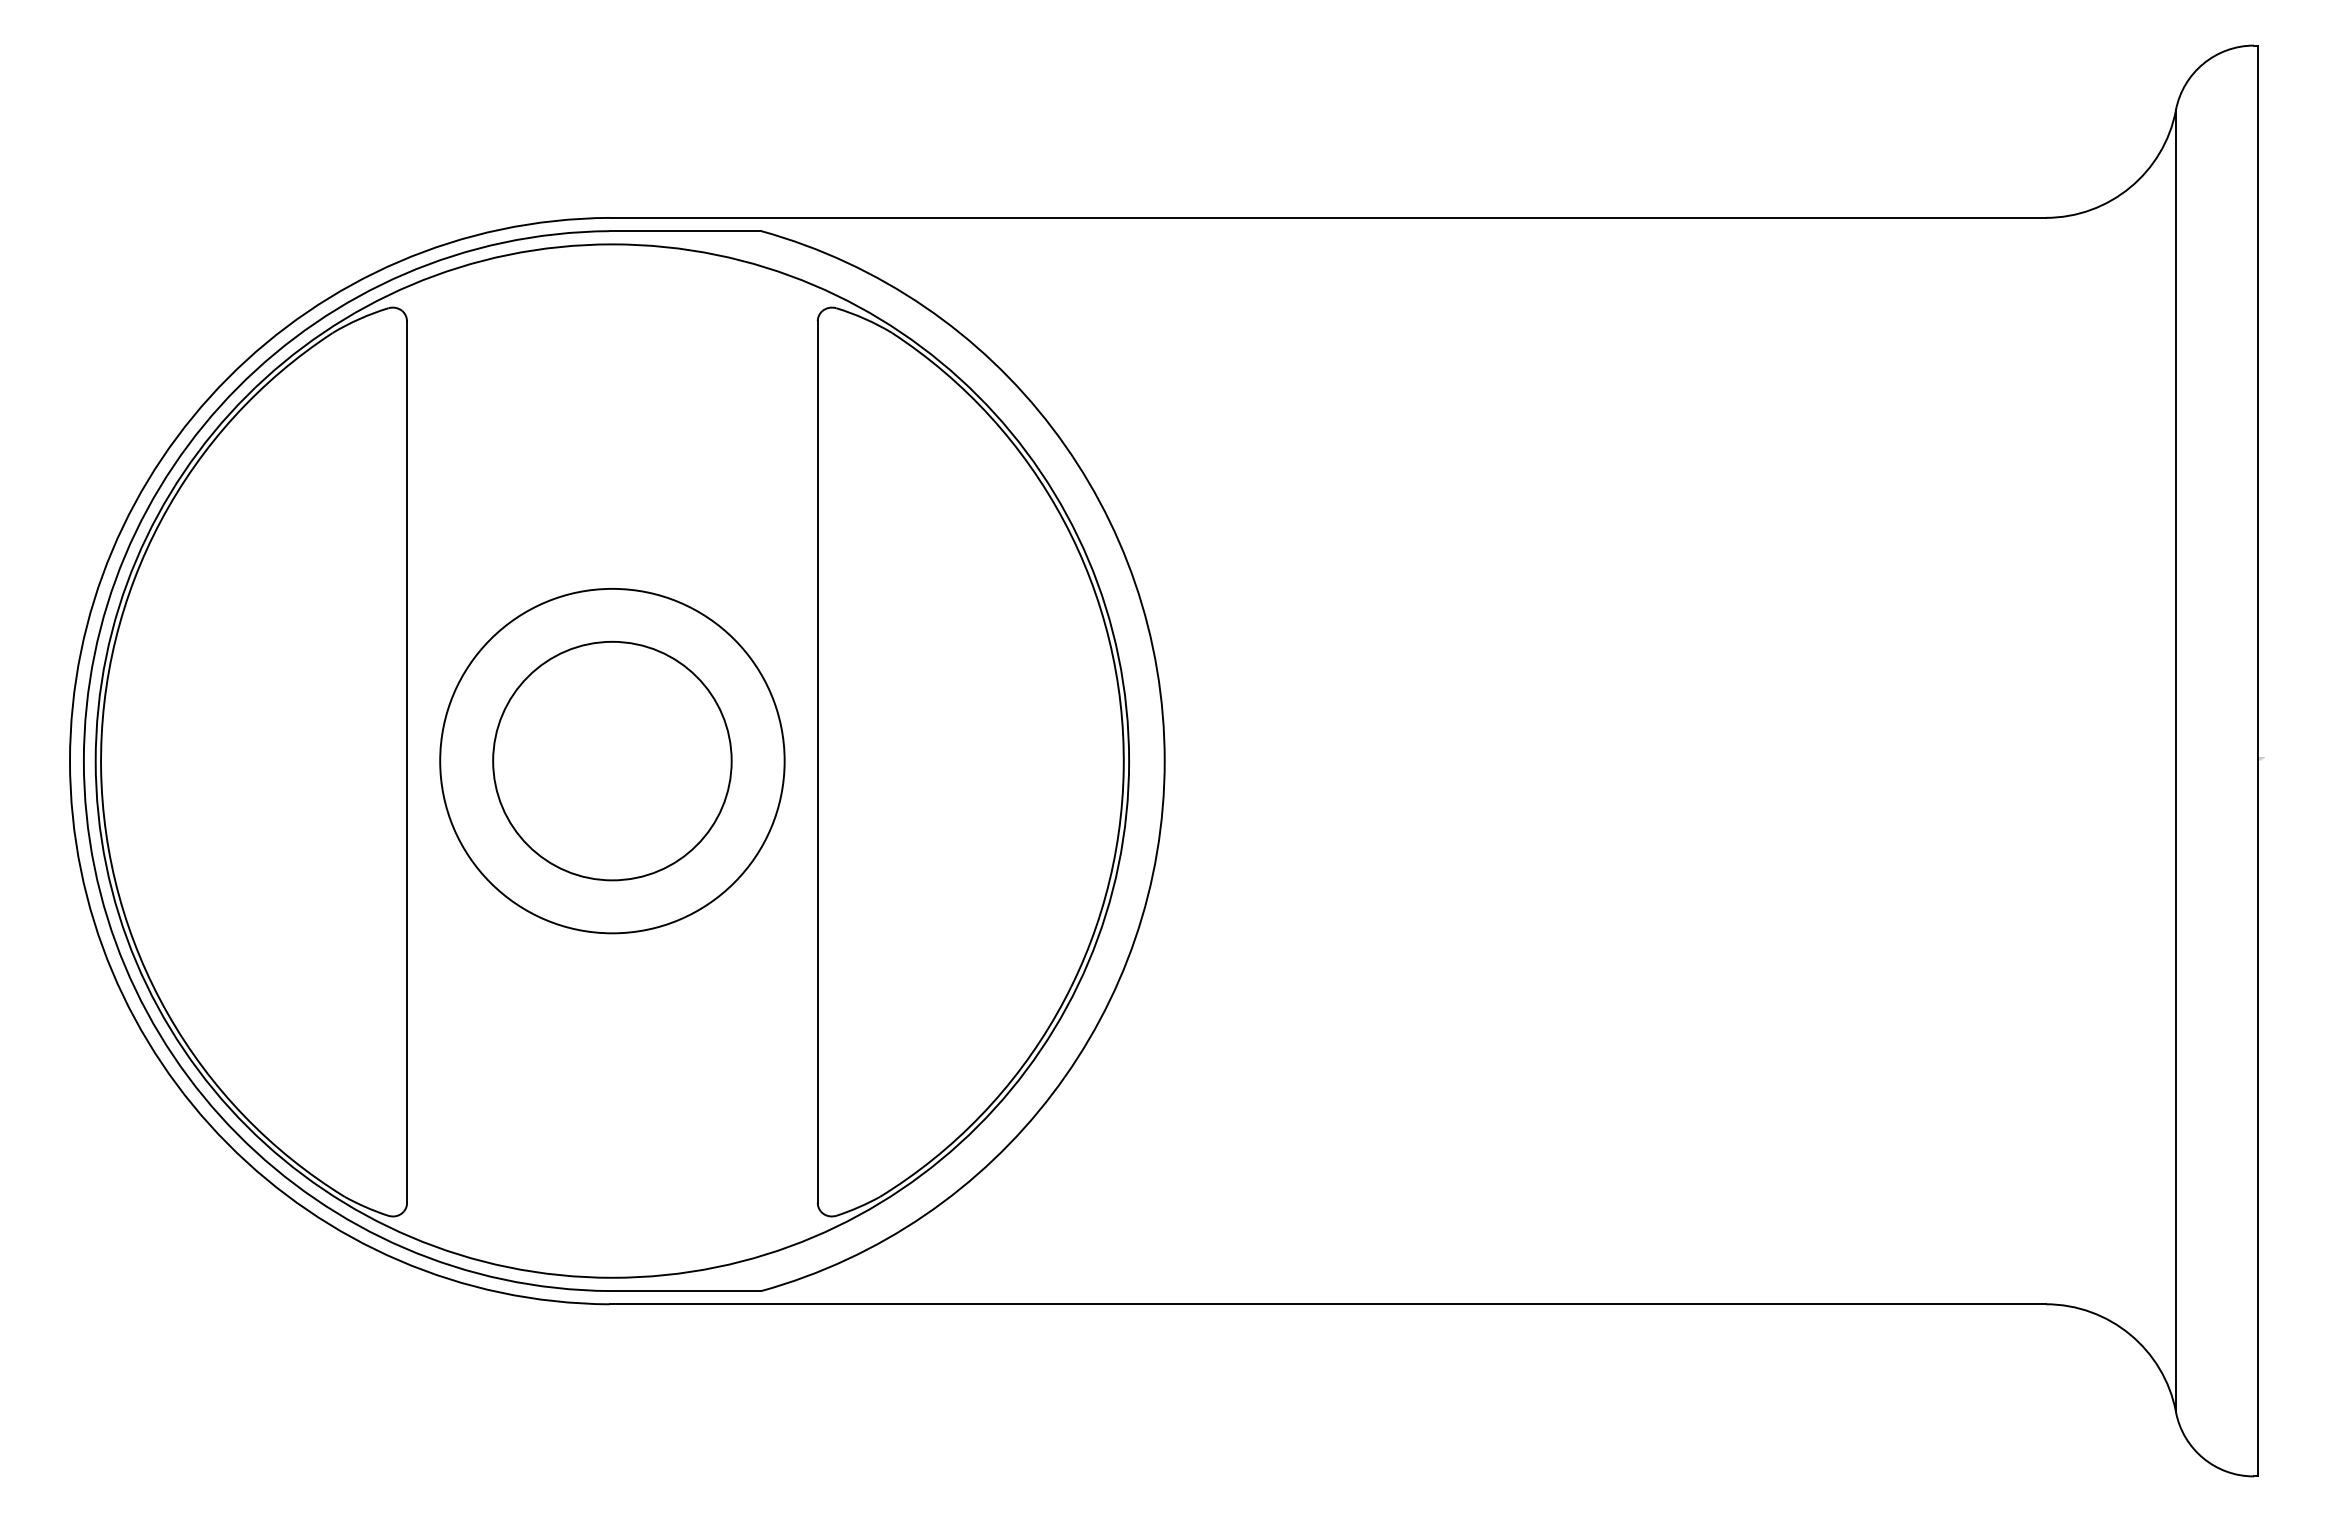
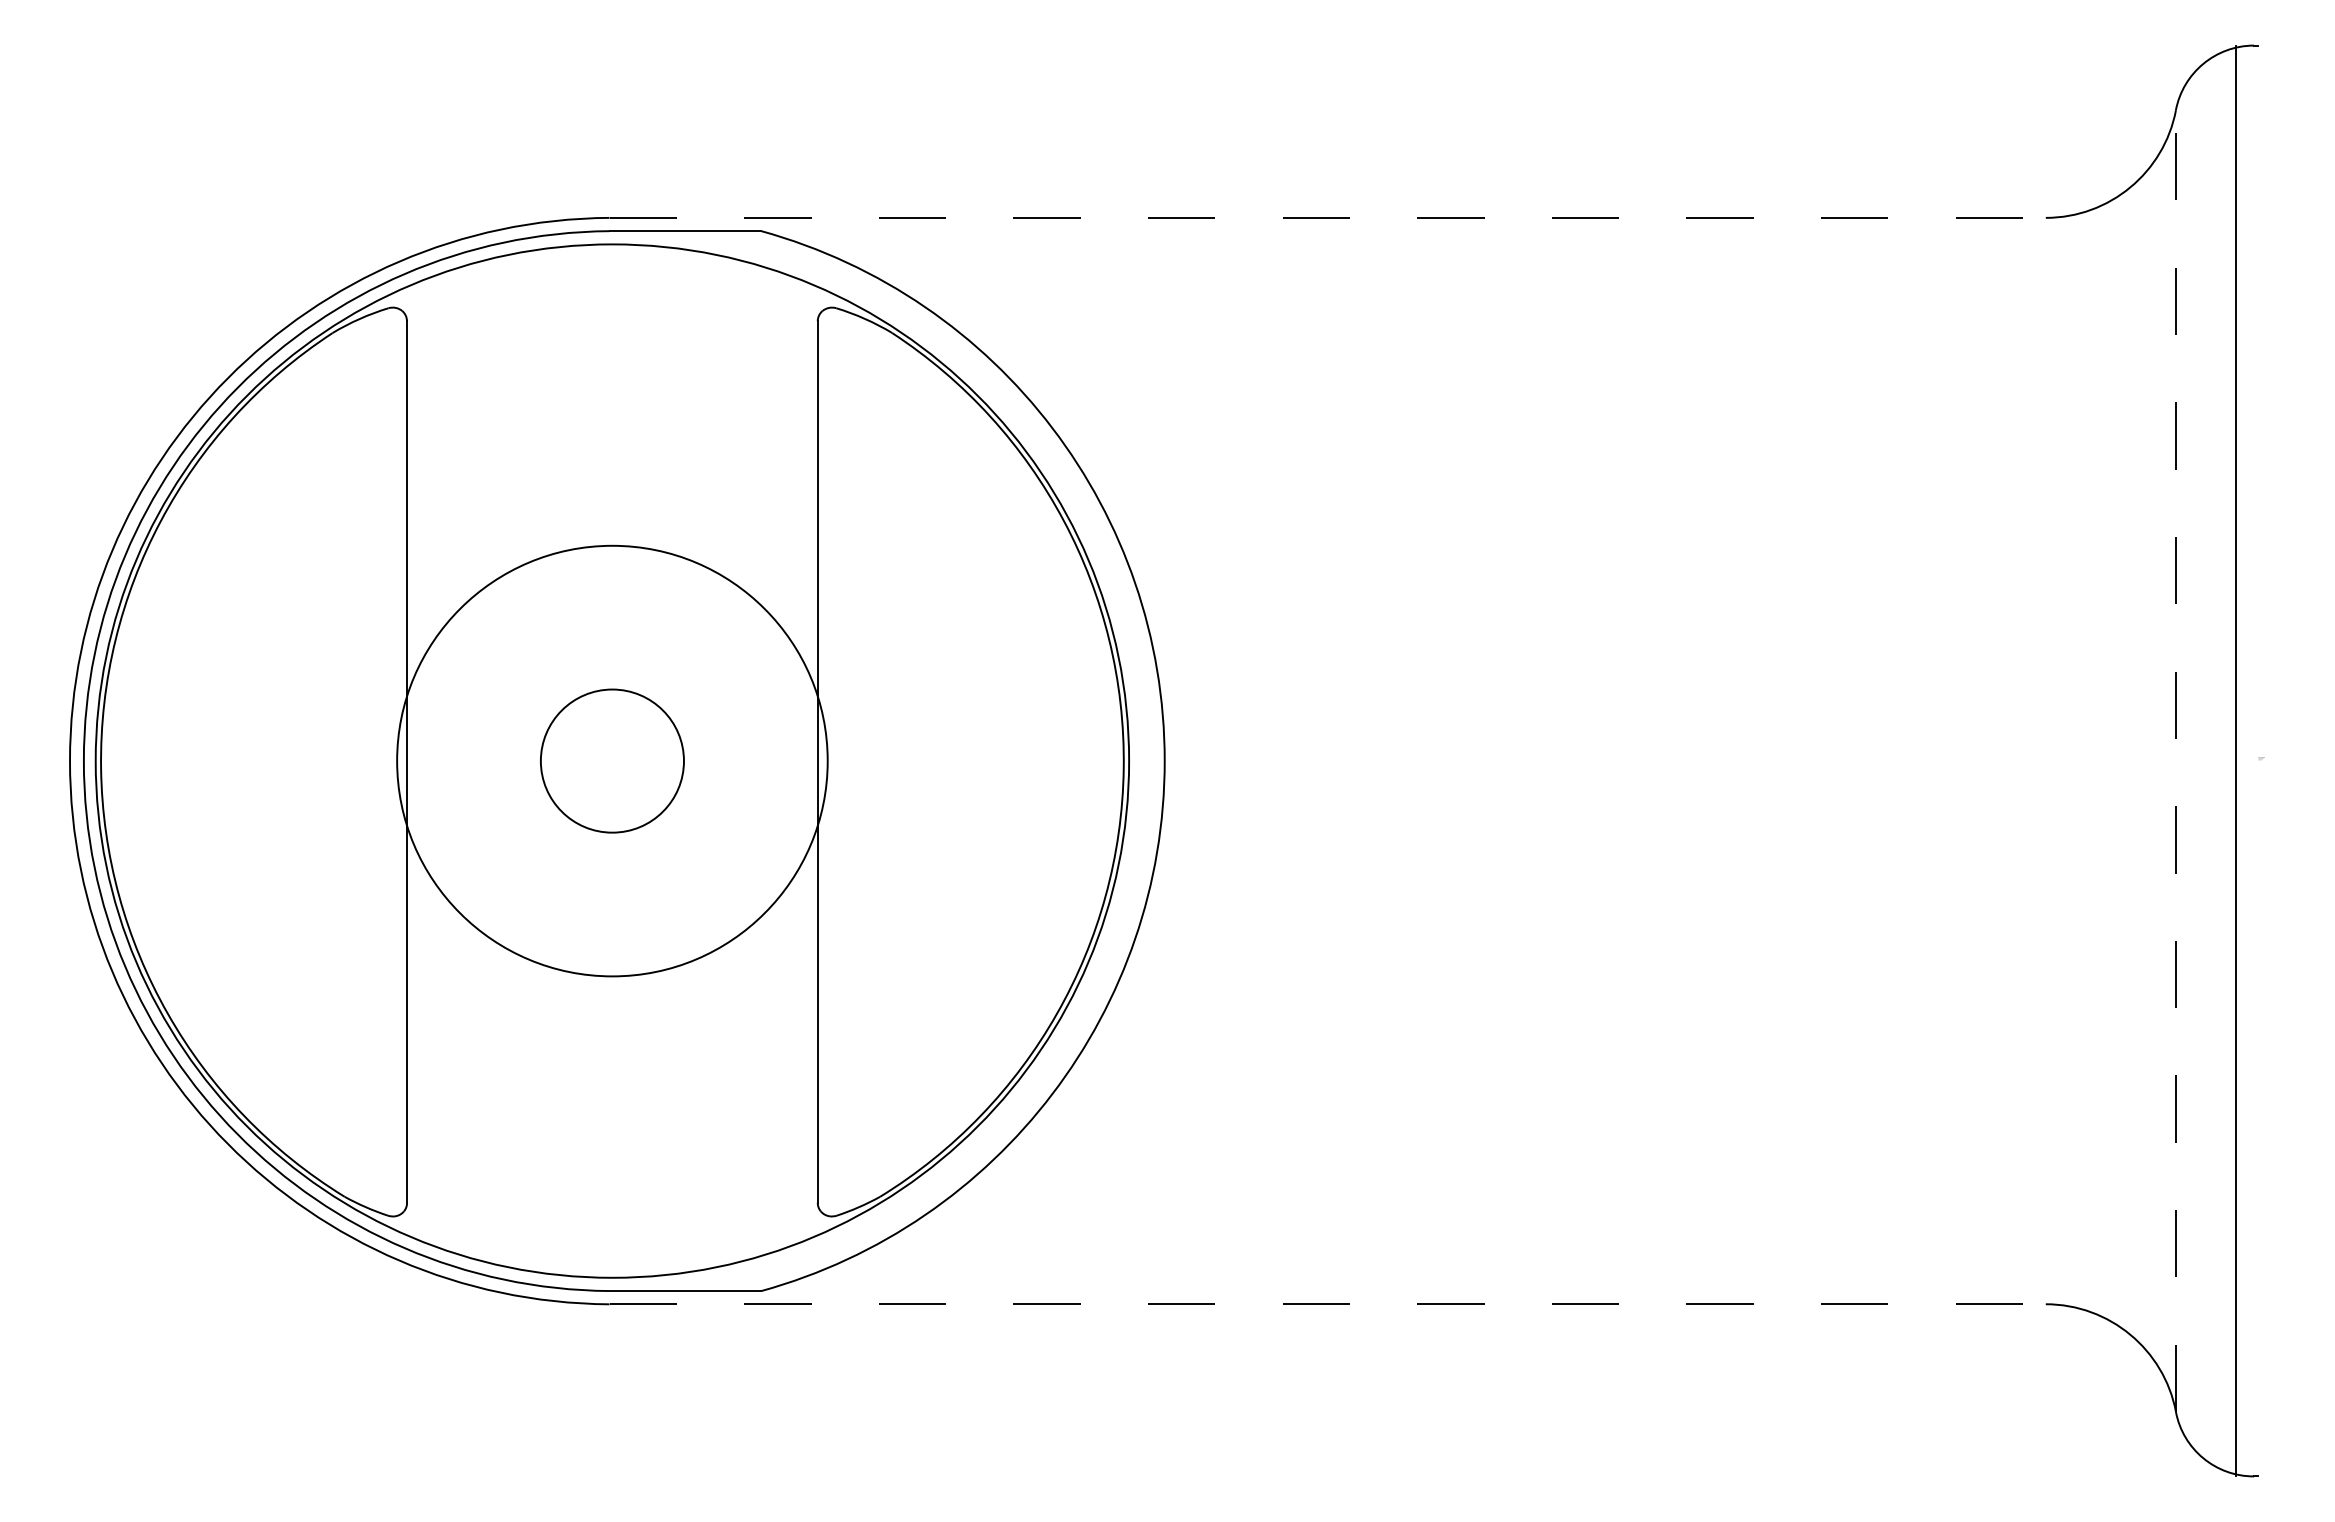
line at (1328, 217): solid -> dashed
circle at (612, 760) diameter: 239 px -> 143 px
circle at (612, 760) diameter: 344 px -> 431 px
line at (2257, 760) position: (2257, 760) -> (2235, 760)
line at (2175, 761): solid -> dashed
line at (1328, 1304): solid -> dashed
